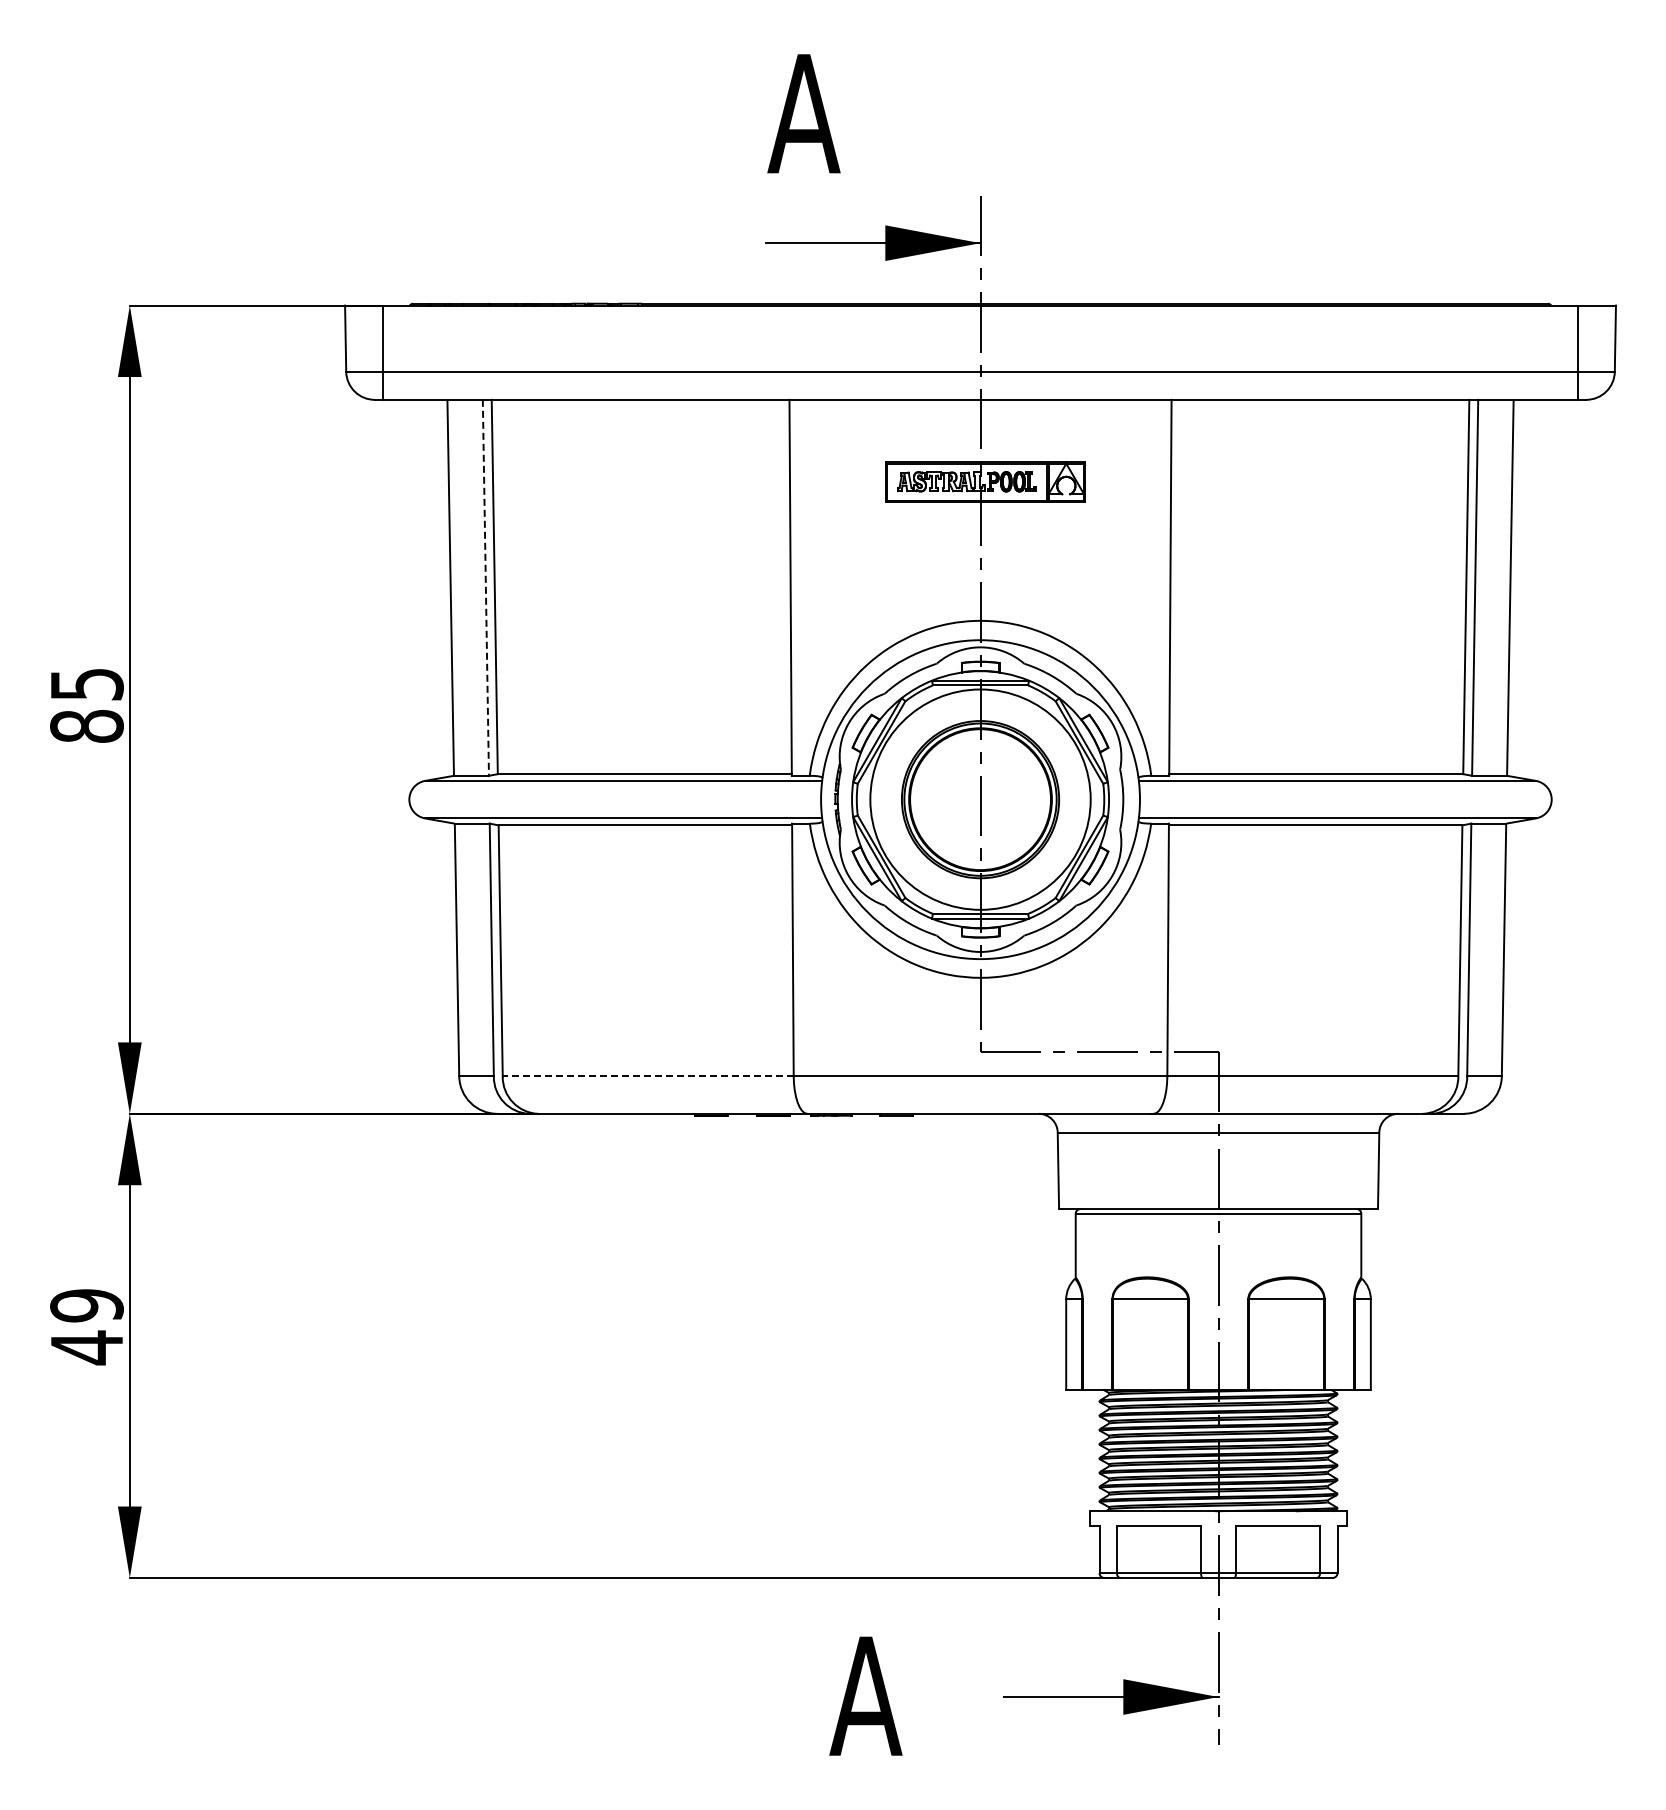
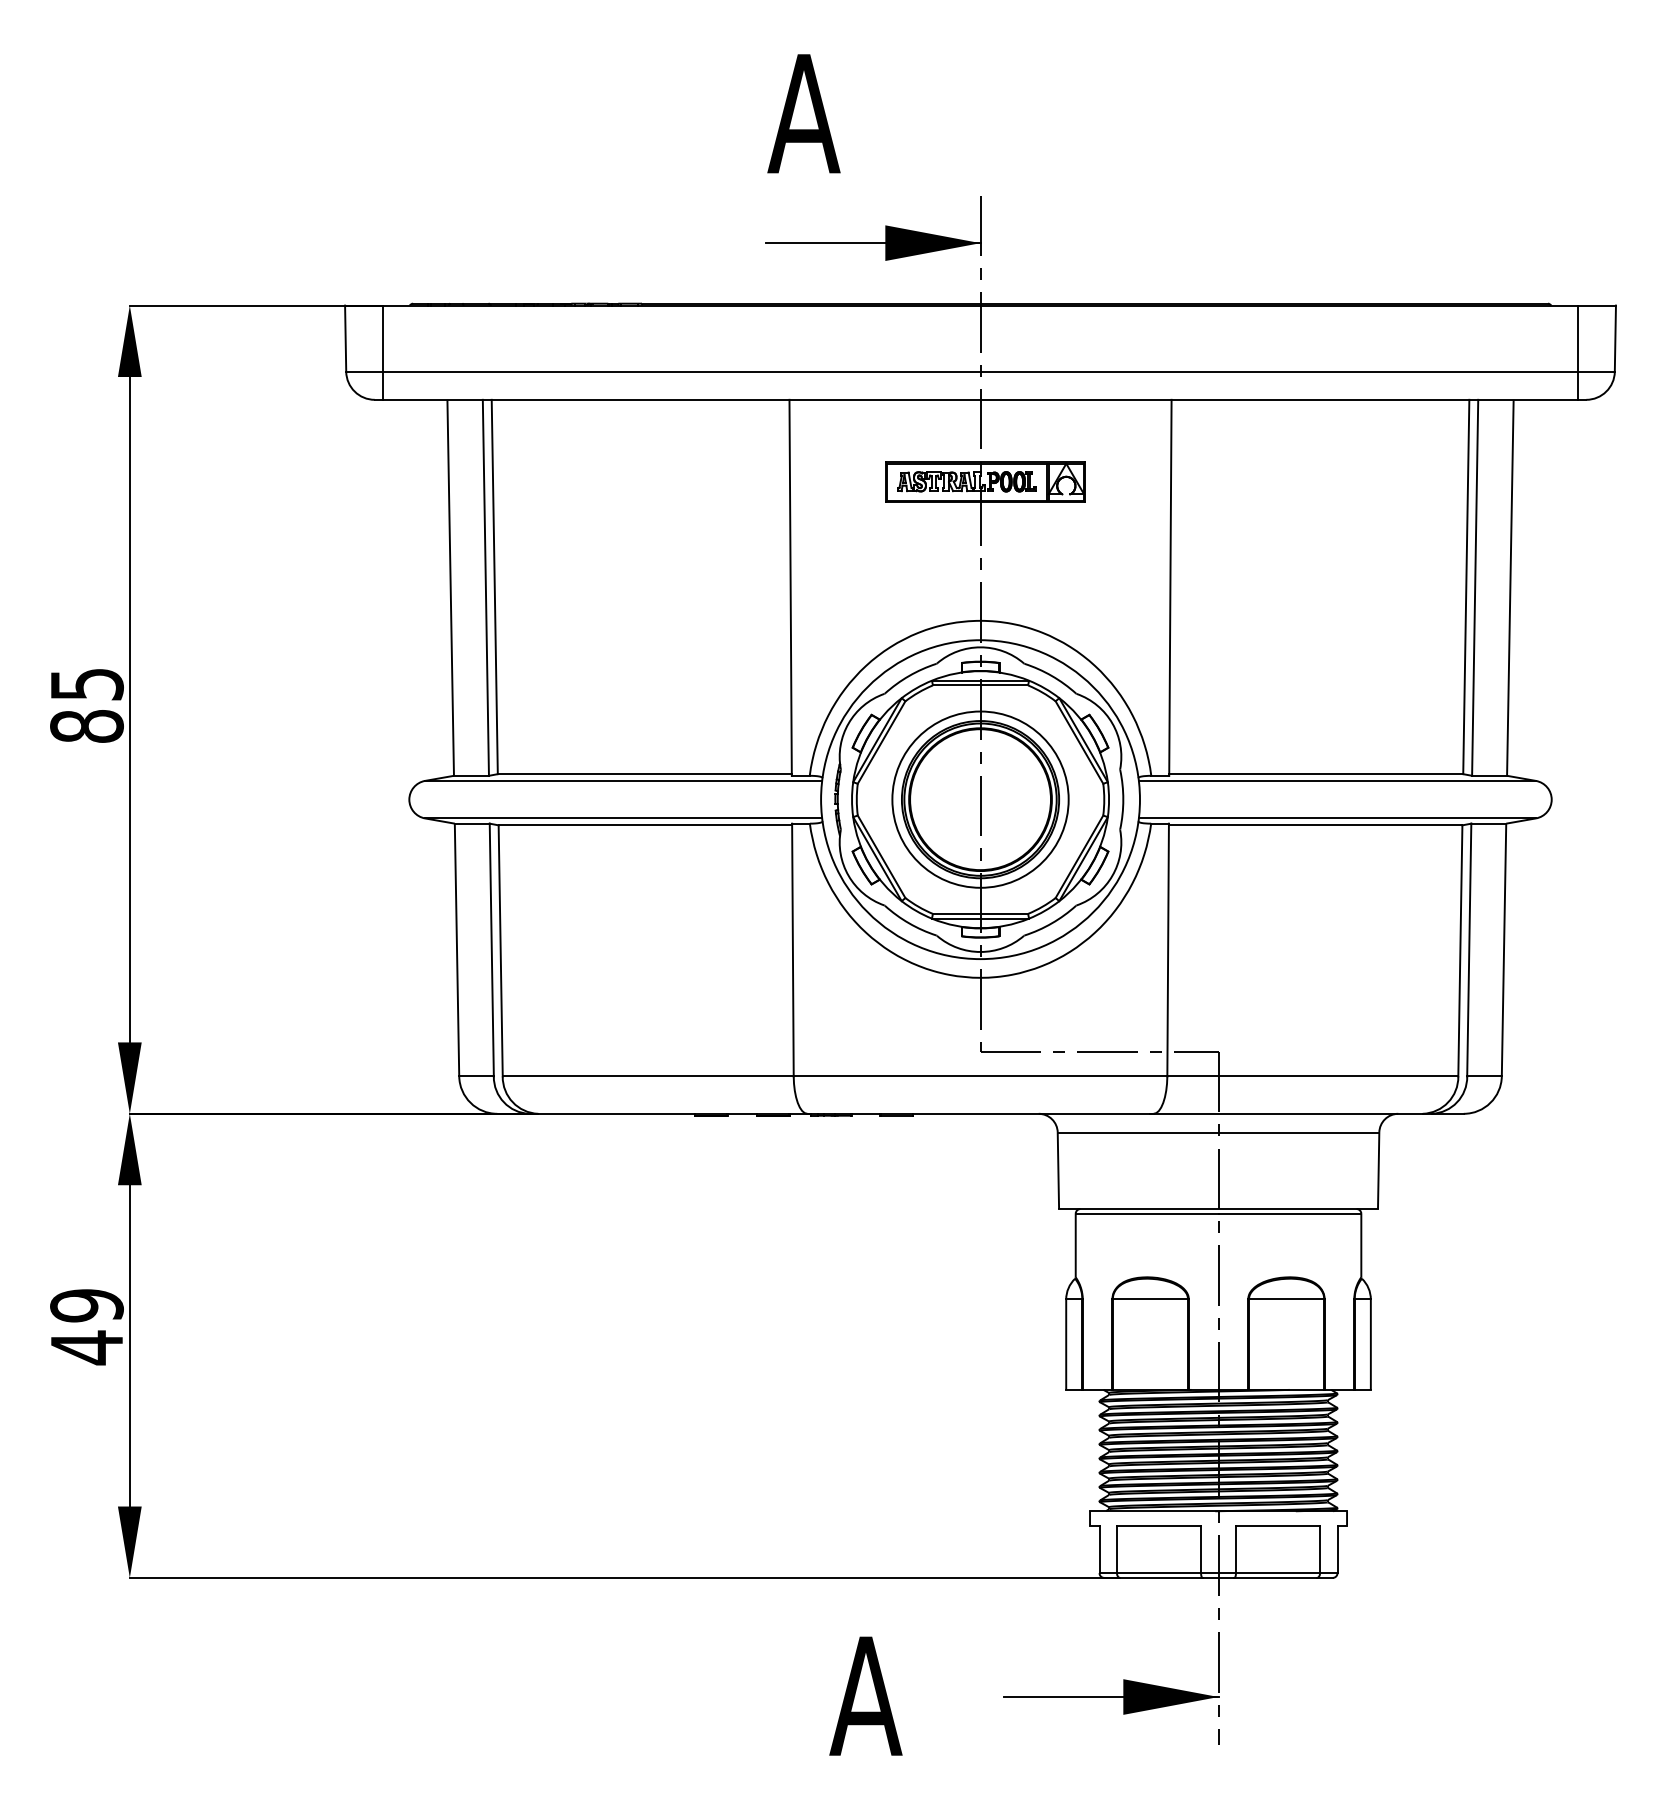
line at (485, 588): dashed -> solid
circle at (980, 799) diameter: 220 px -> 176 px
line at (647, 1076): dashed -> solid
